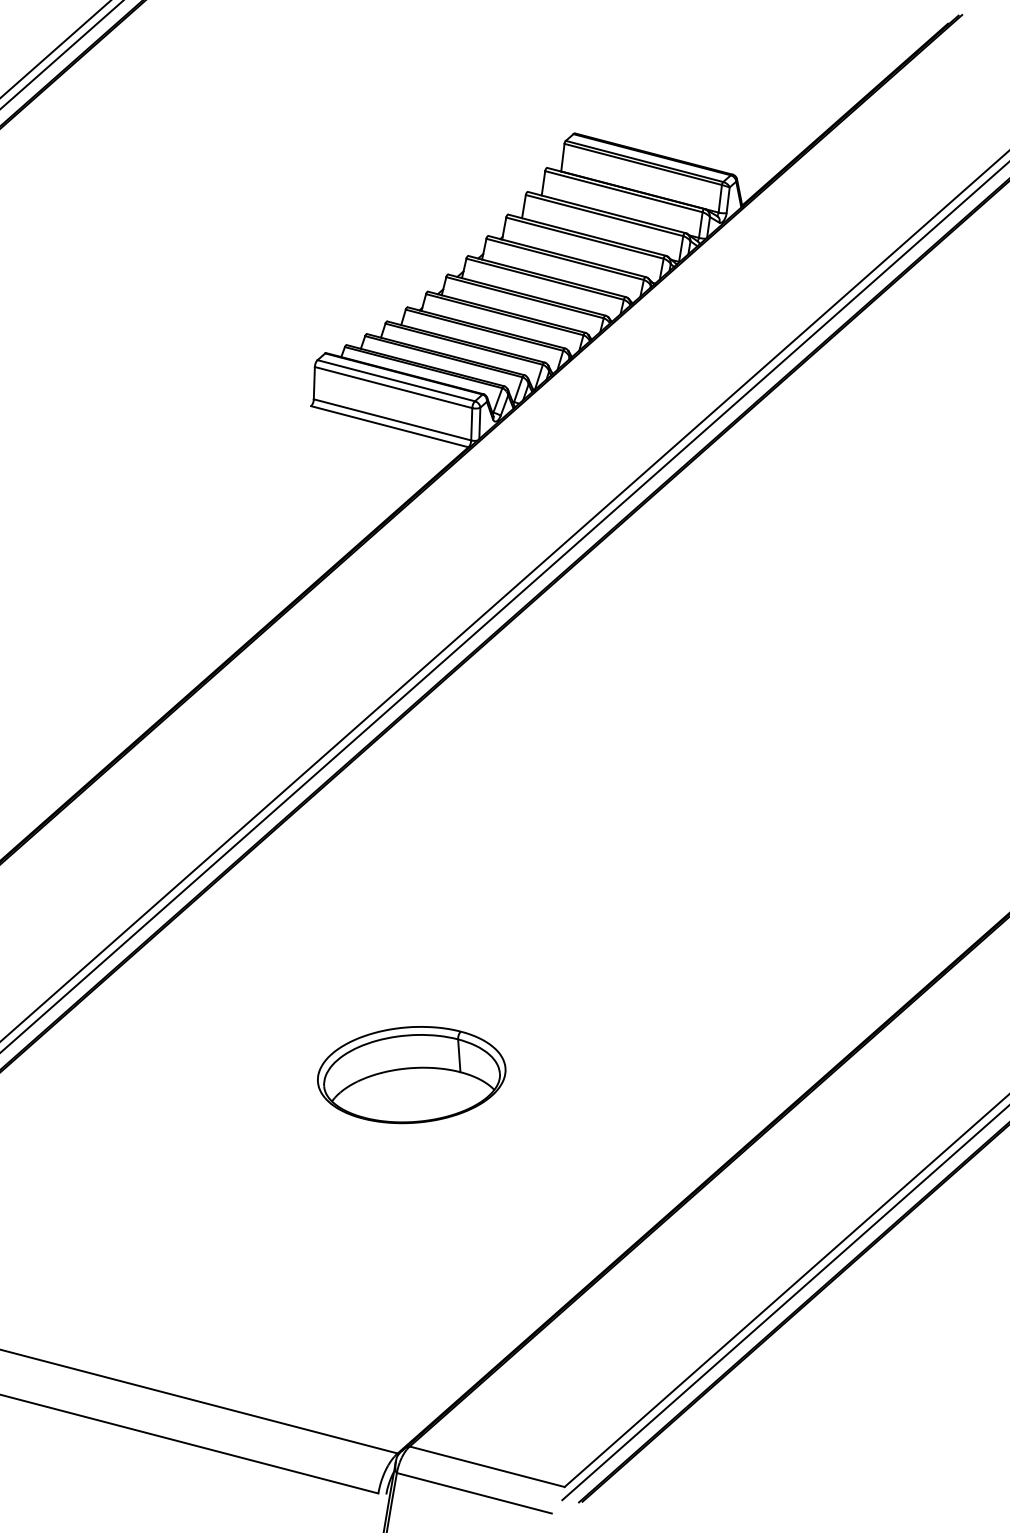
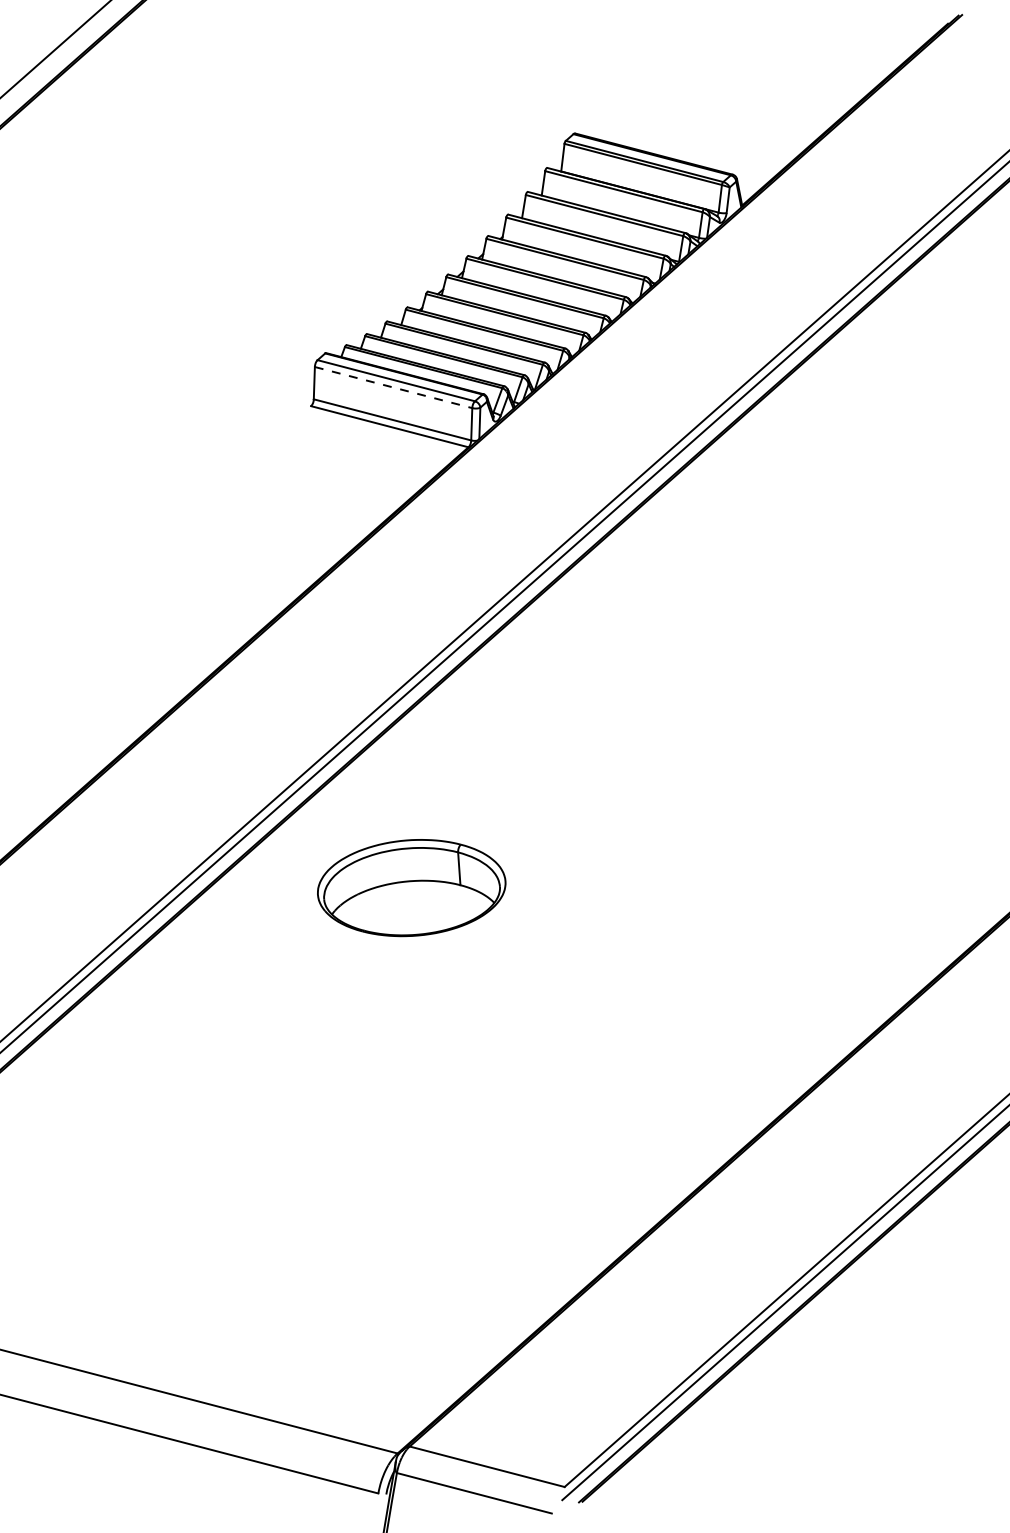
line at (61, 54): present -> none
line at (394, 387): solid -> dashed
part at (411, 1075) position: (411, 1075) -> (411, 888)
